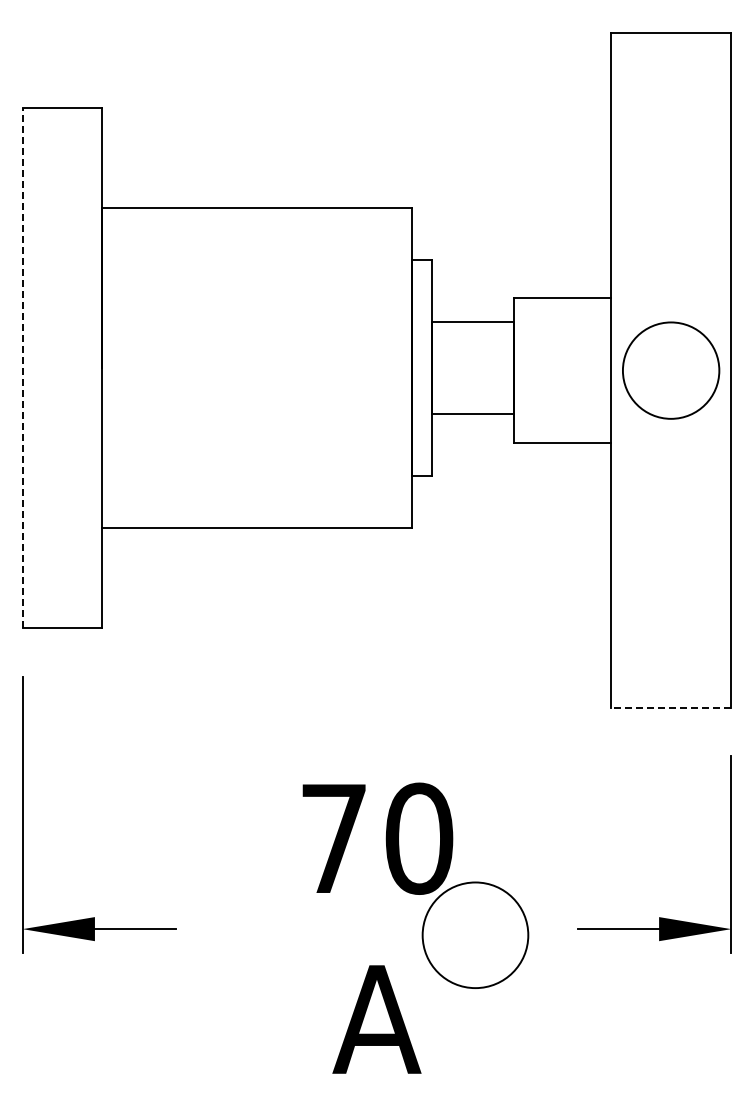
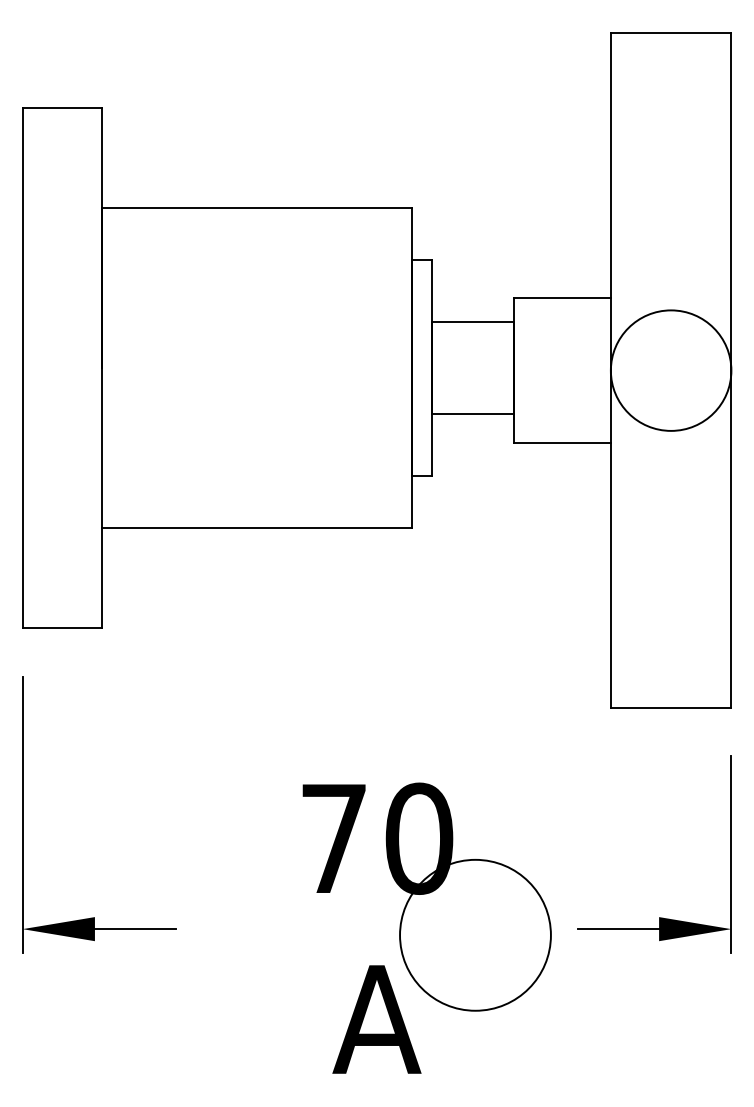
line at (22, 367): dashed -> solid
circle at (670, 370) diameter: 96 px -> 121 px
line at (670, 708): dashed -> solid
circle at (475, 935) diameter: 106 px -> 151 px
